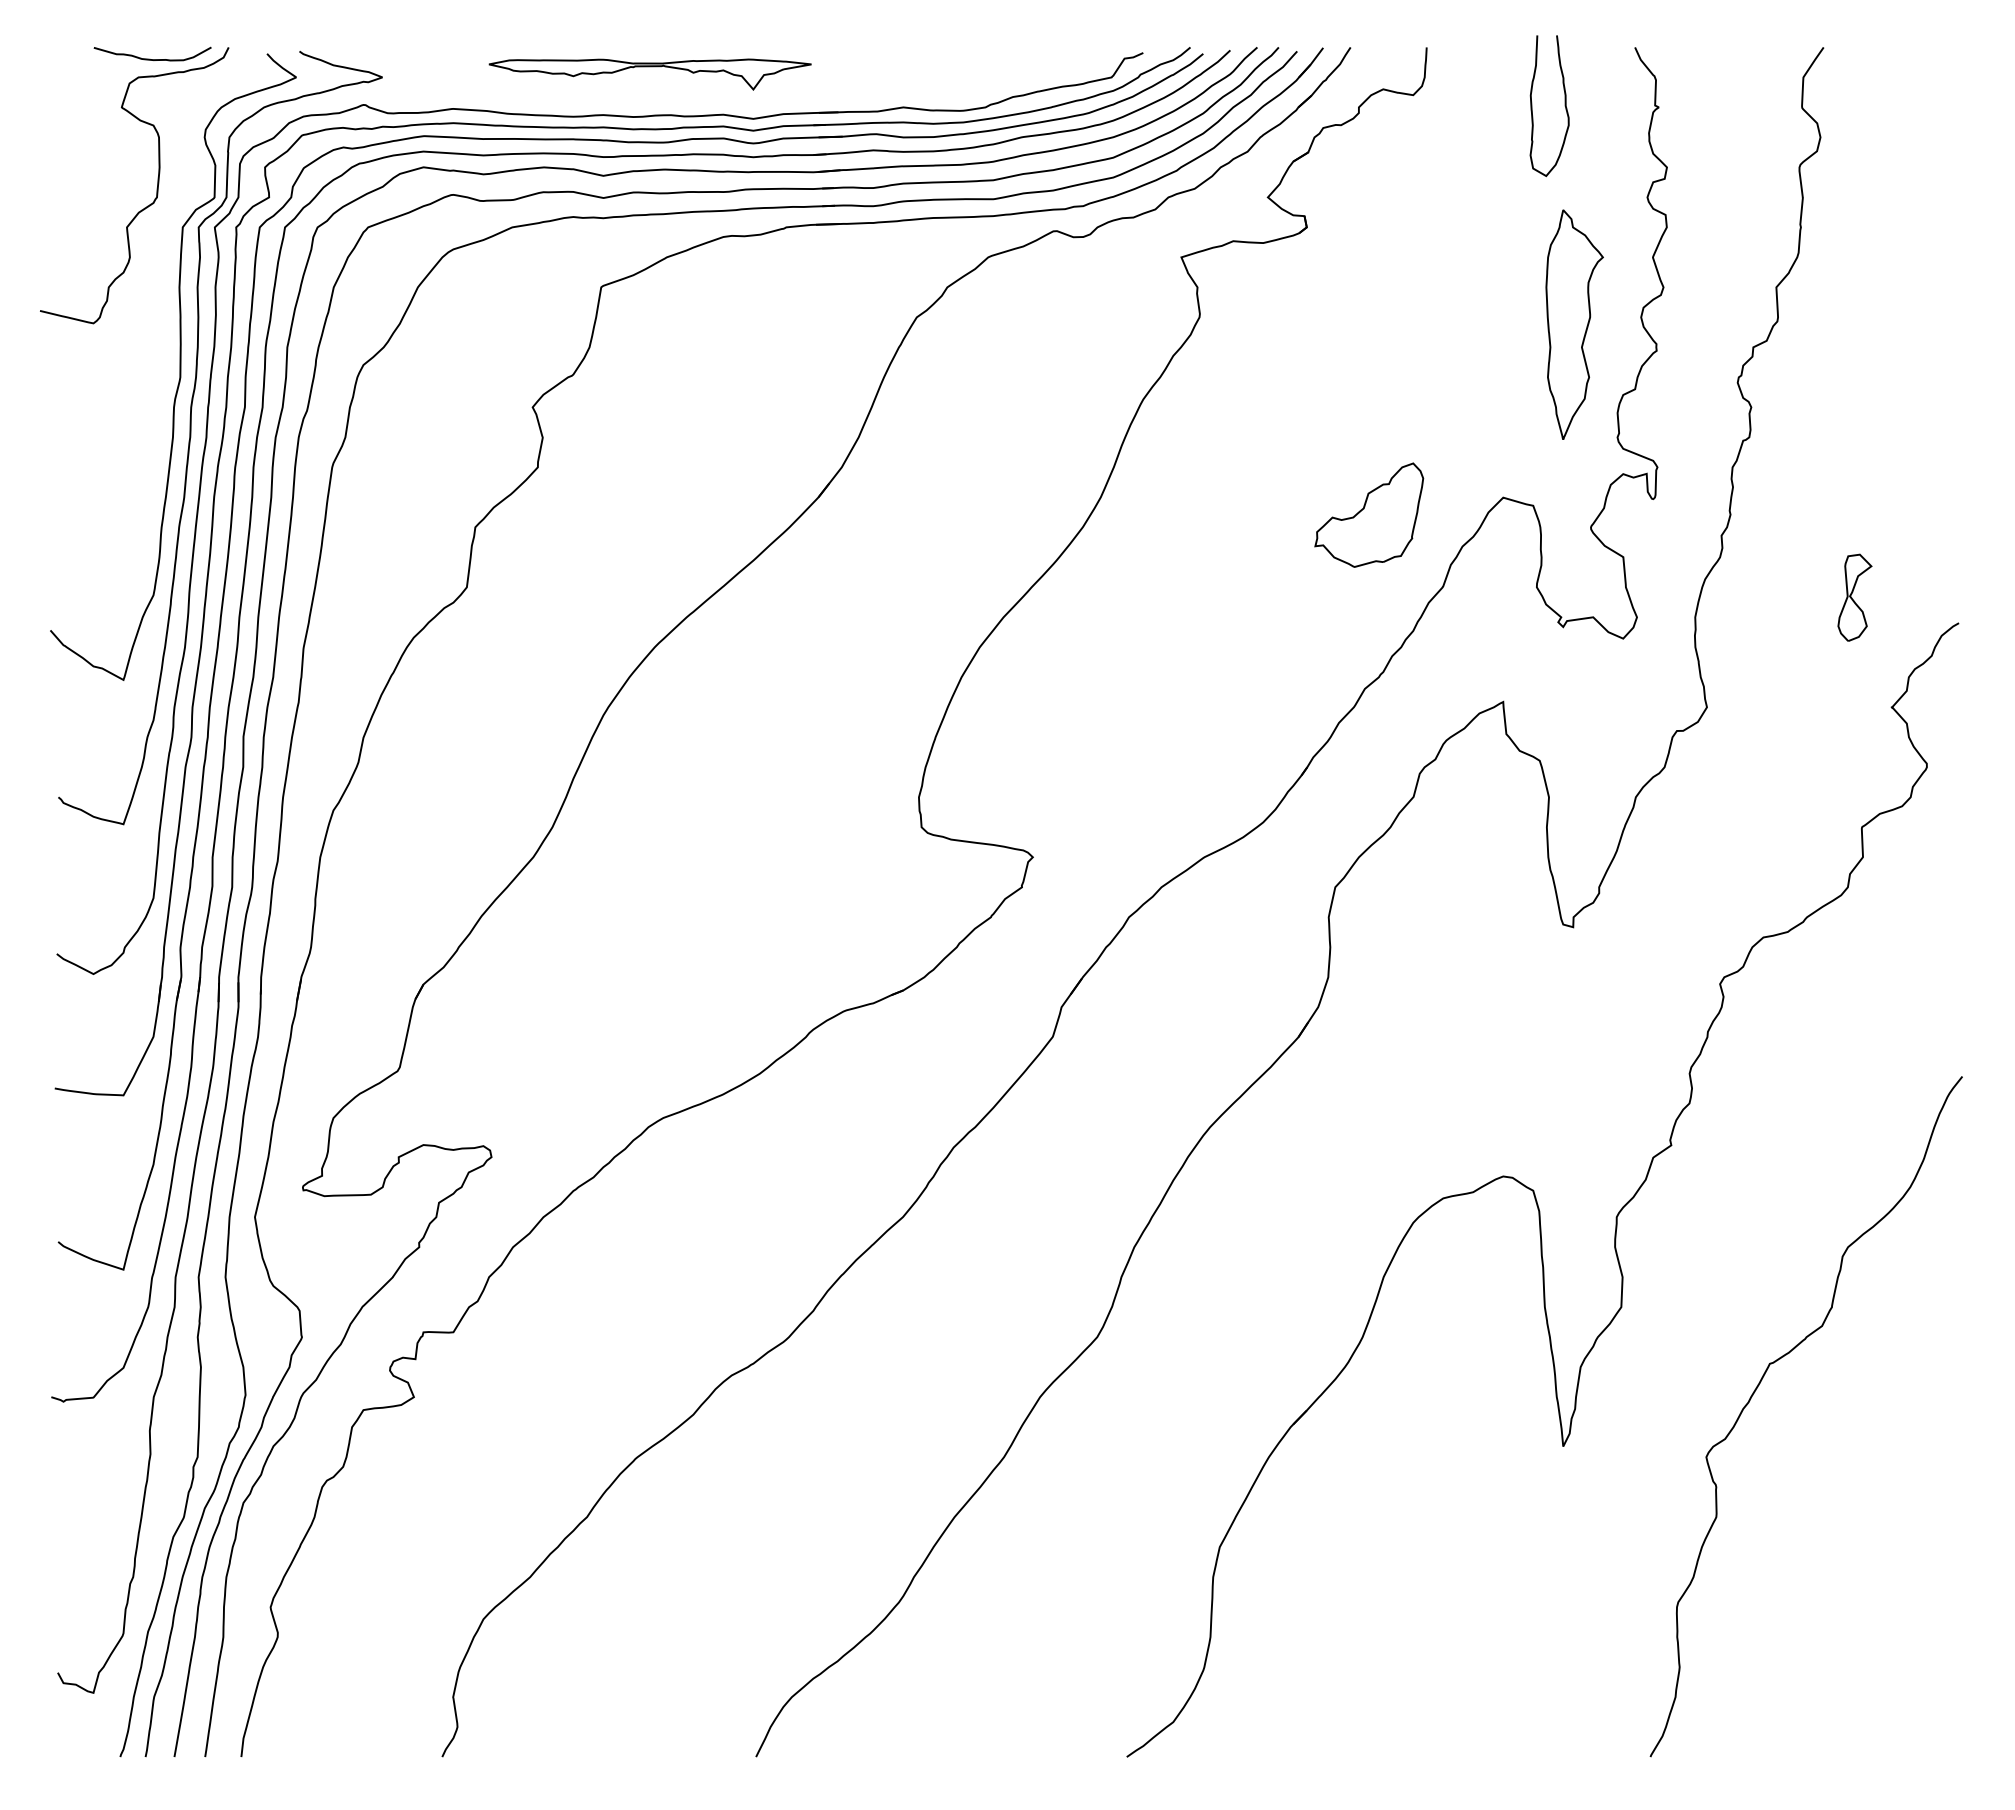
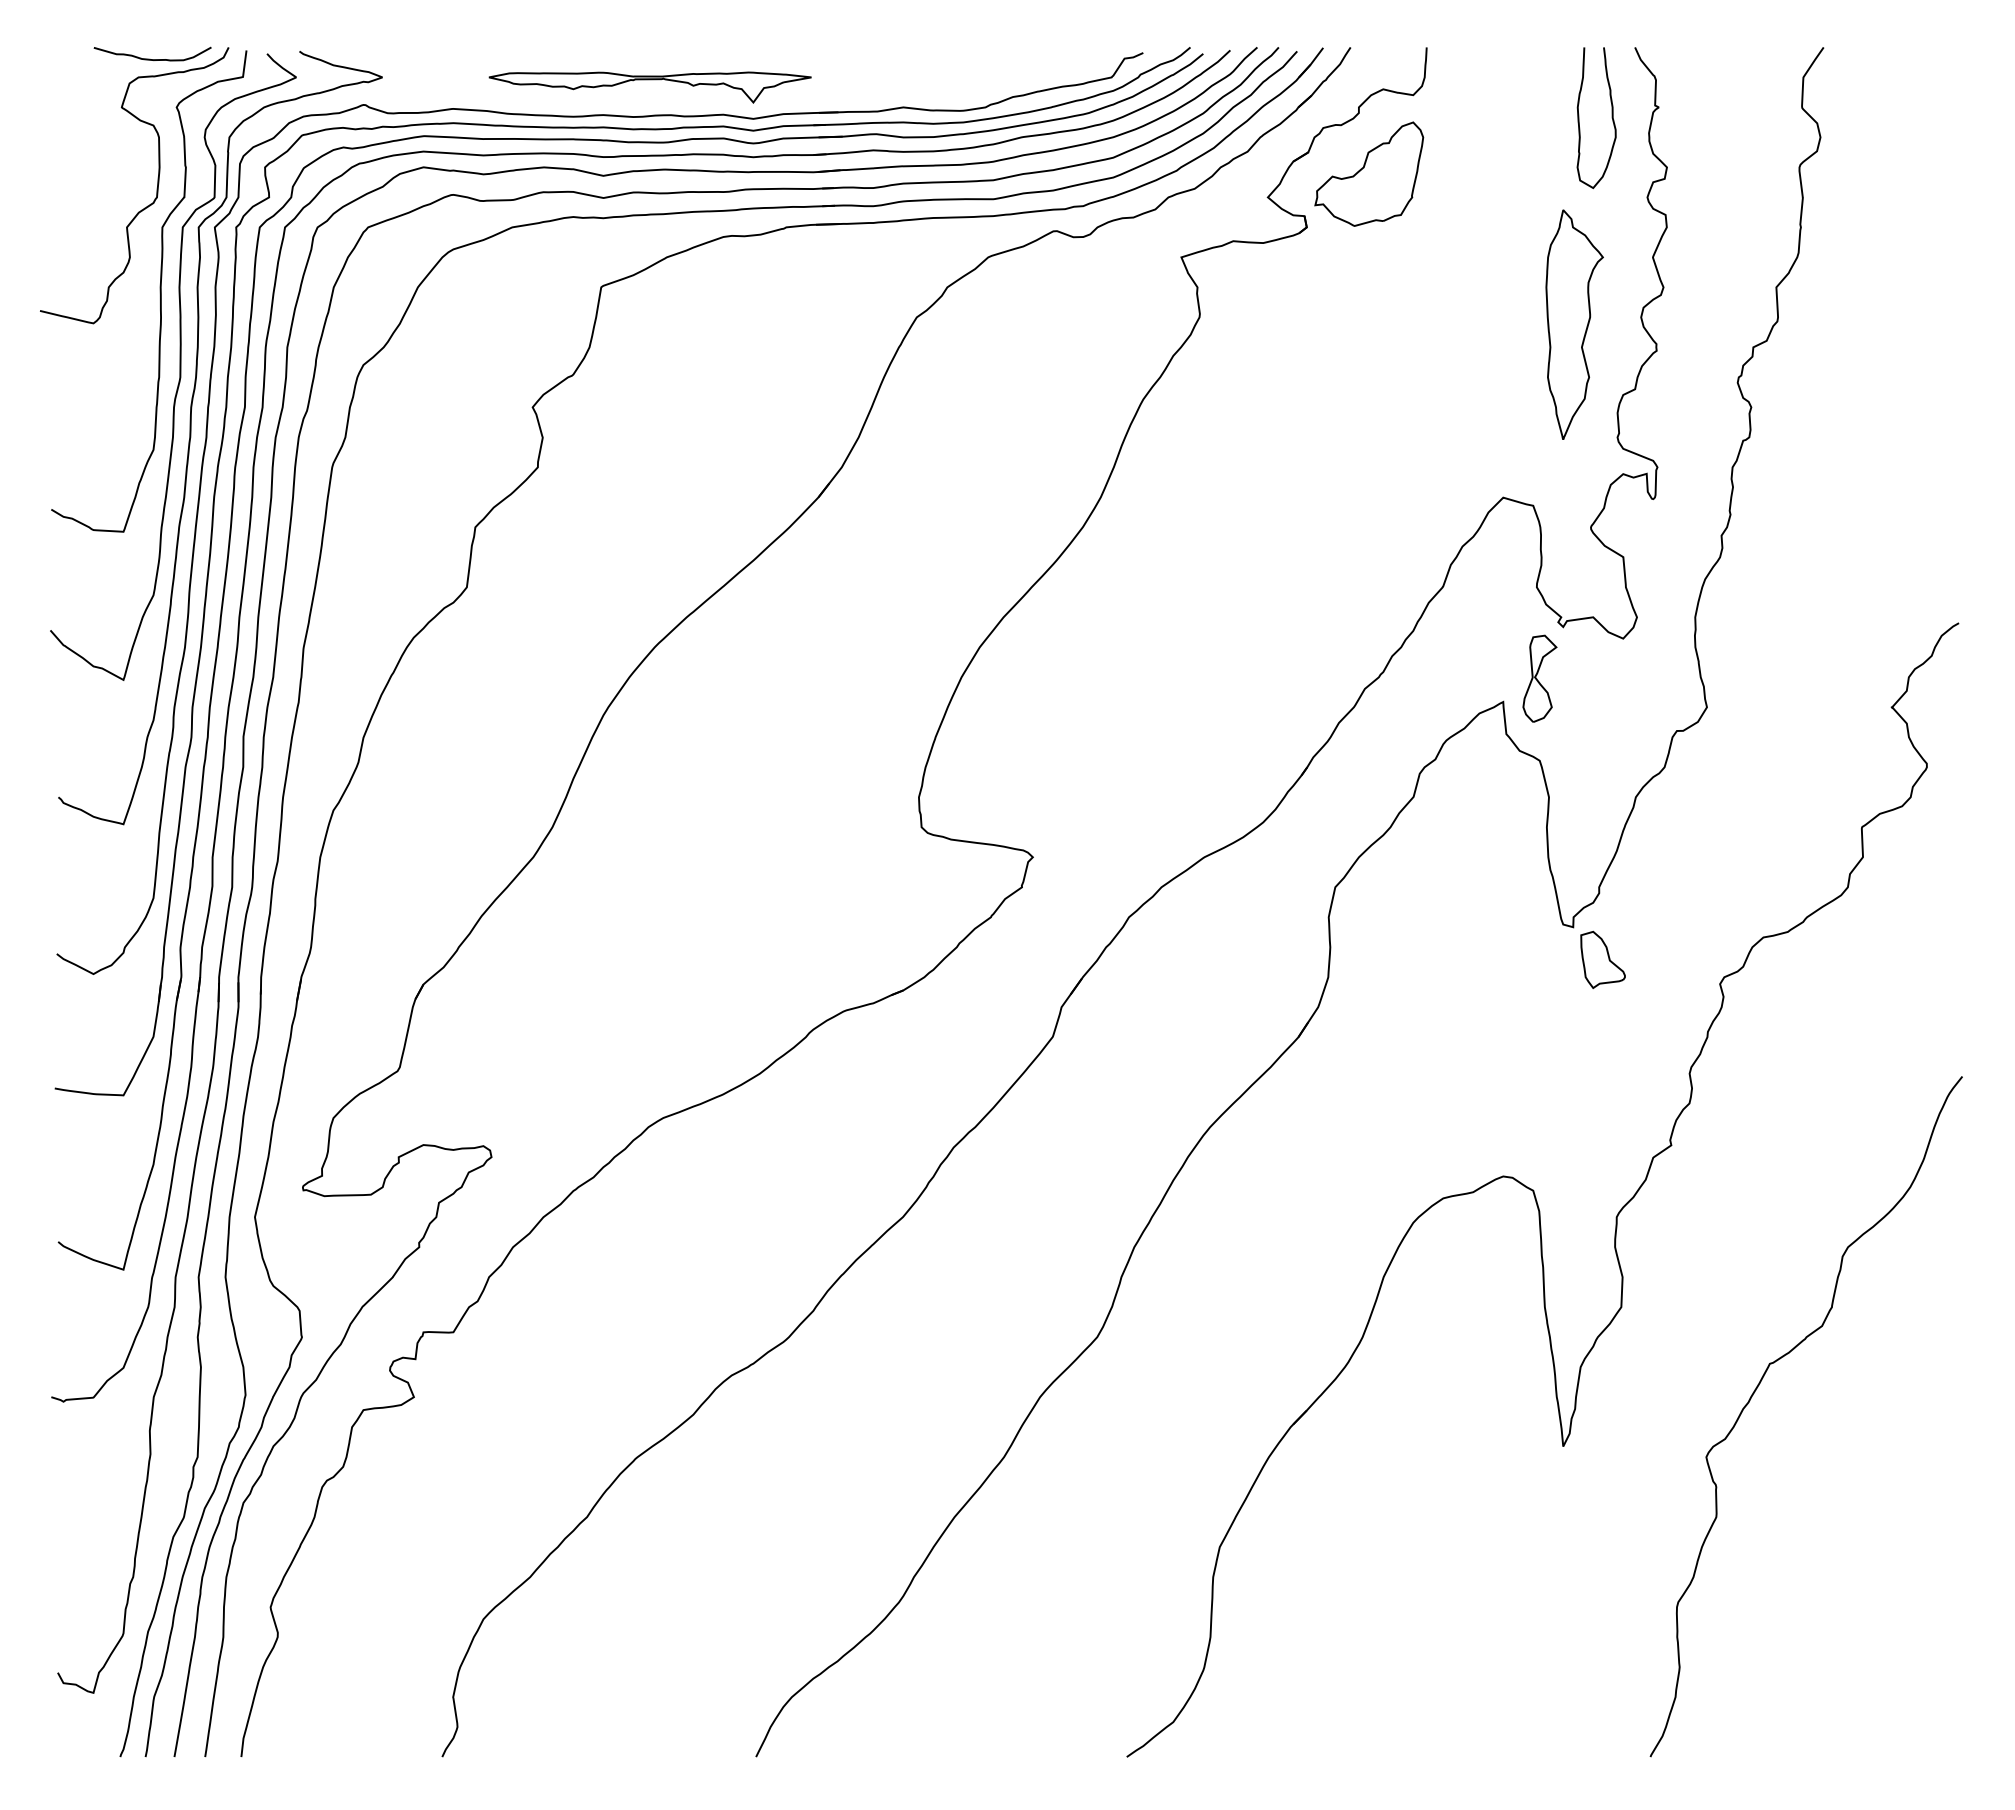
part at (649, 67) position: (649, 67) -> (649, 80)
curve at (1564, 106) position: (1564, 106) -> (1611, 118)
curve at (159, 291): none -> present
part at (1369, 514) position: (1369, 514) -> (1369, 173)
part at (1854, 597) position: (1854, 597) -> (1539, 678)
part at (1602, 959): none -> present
